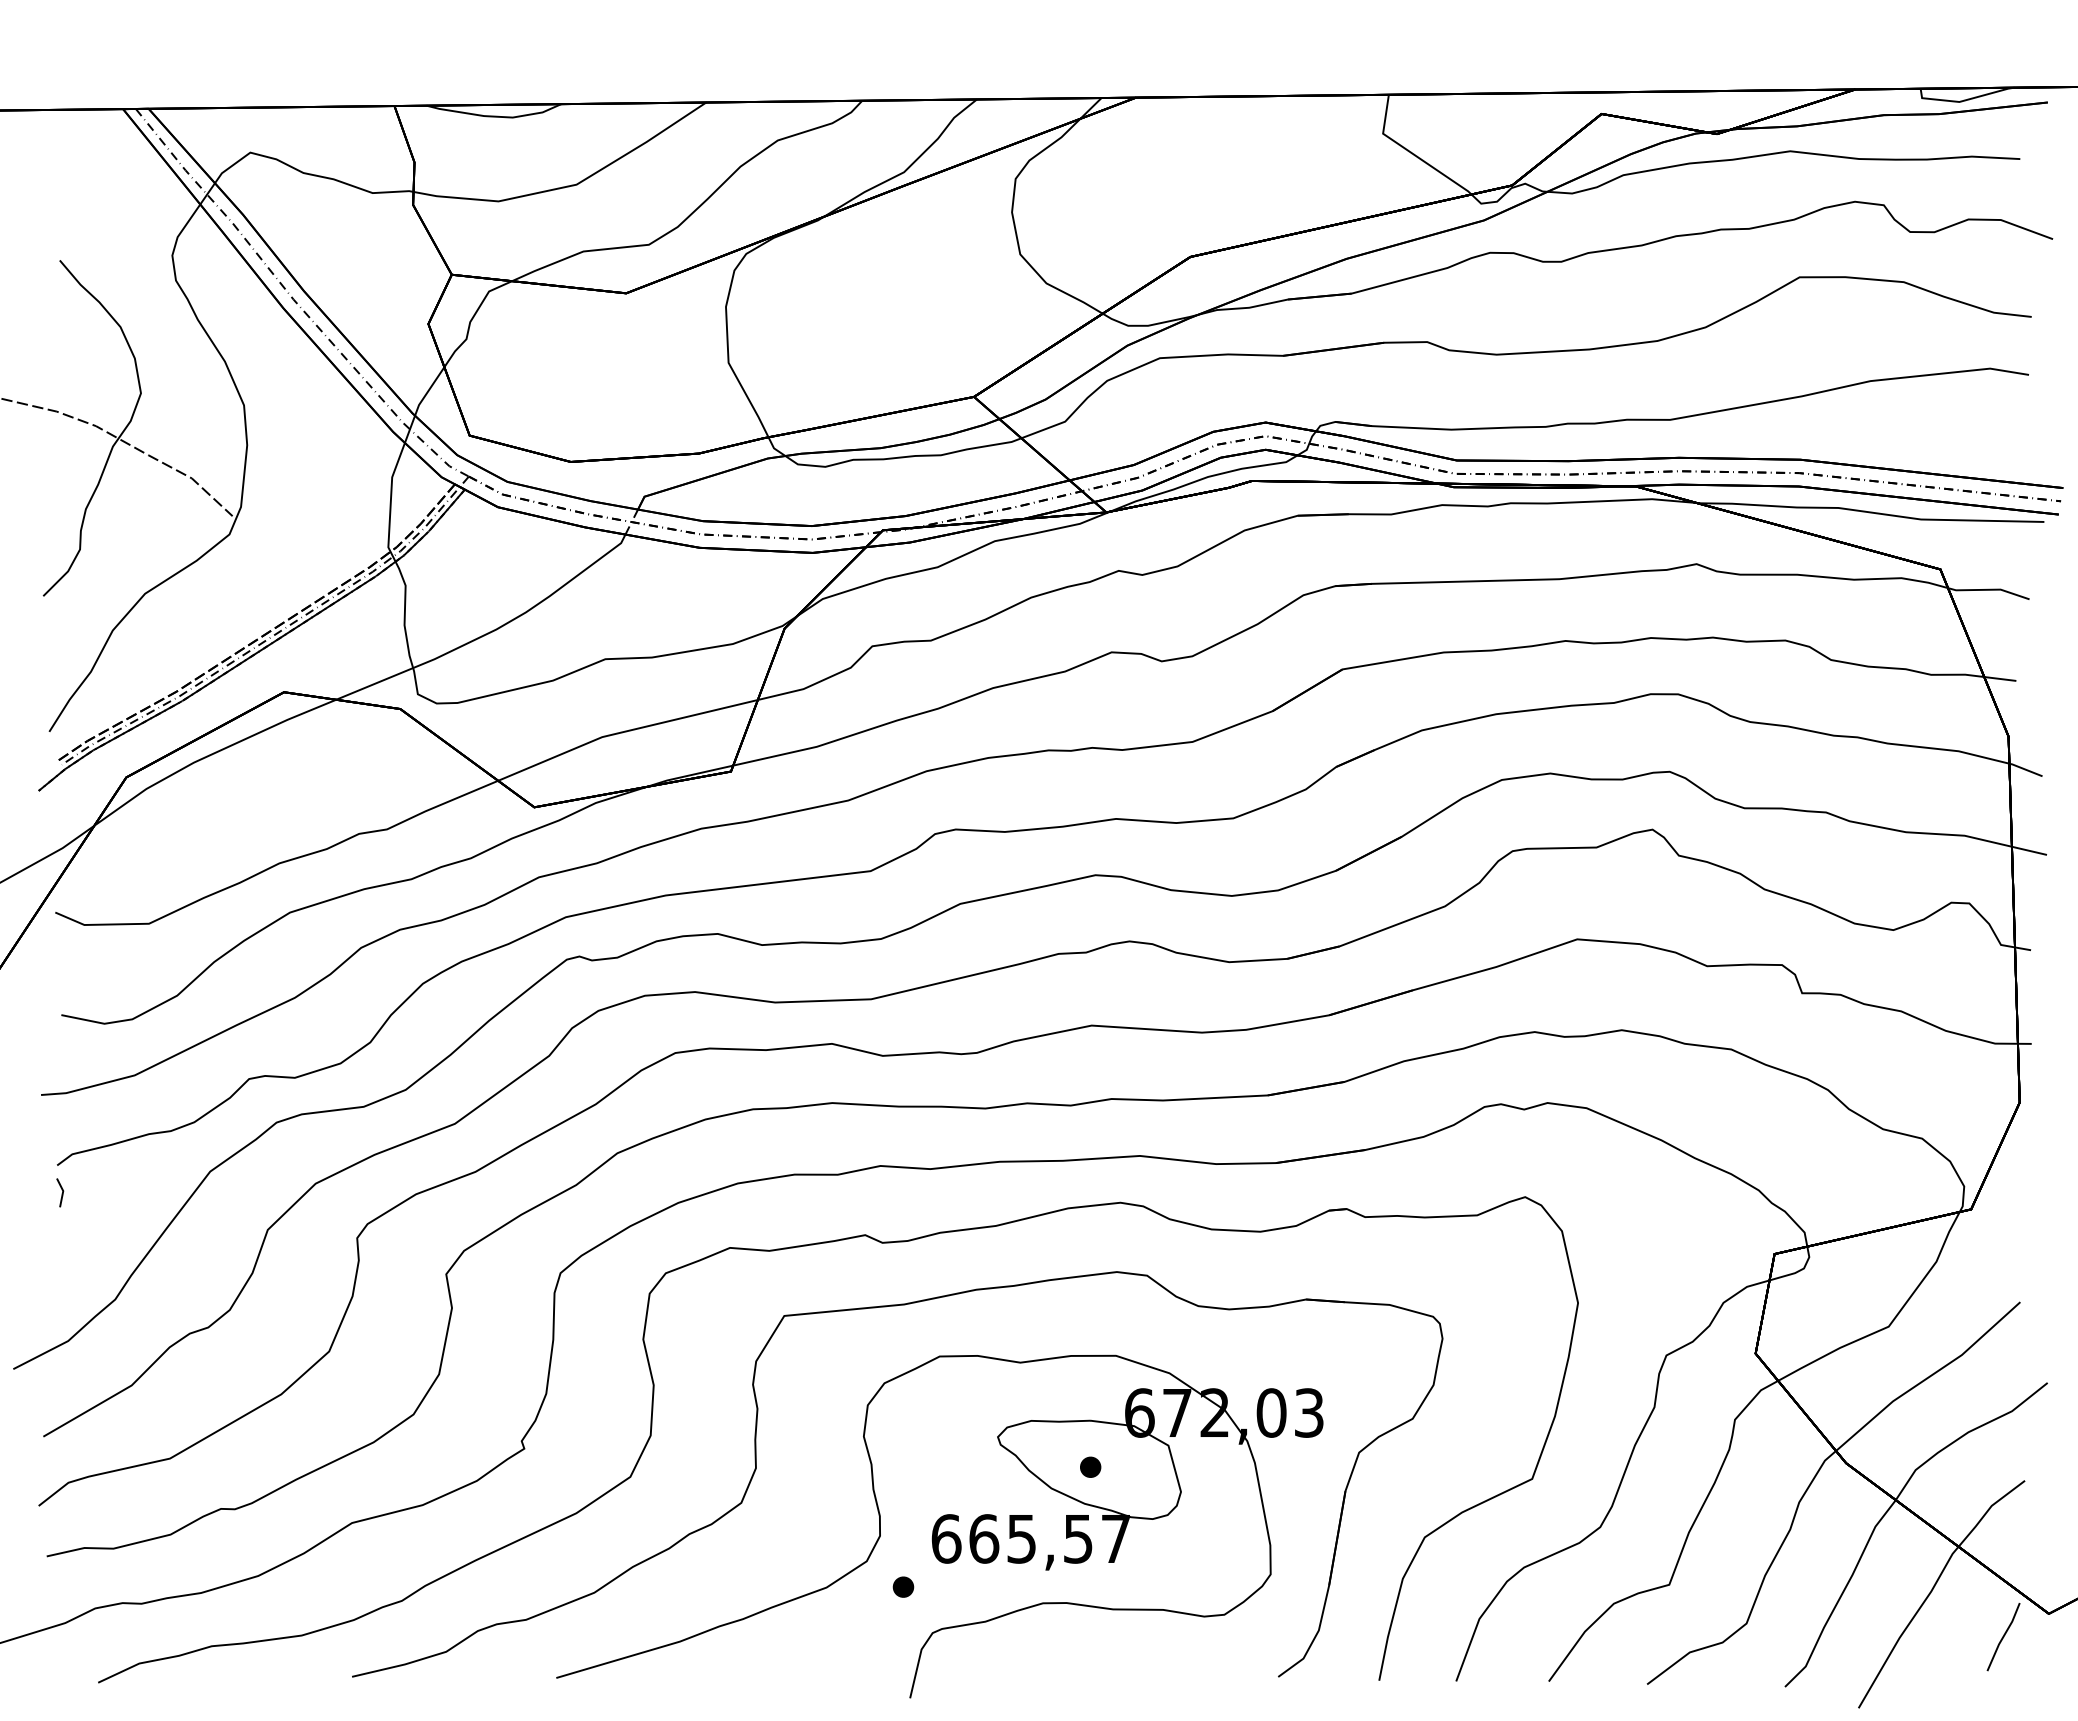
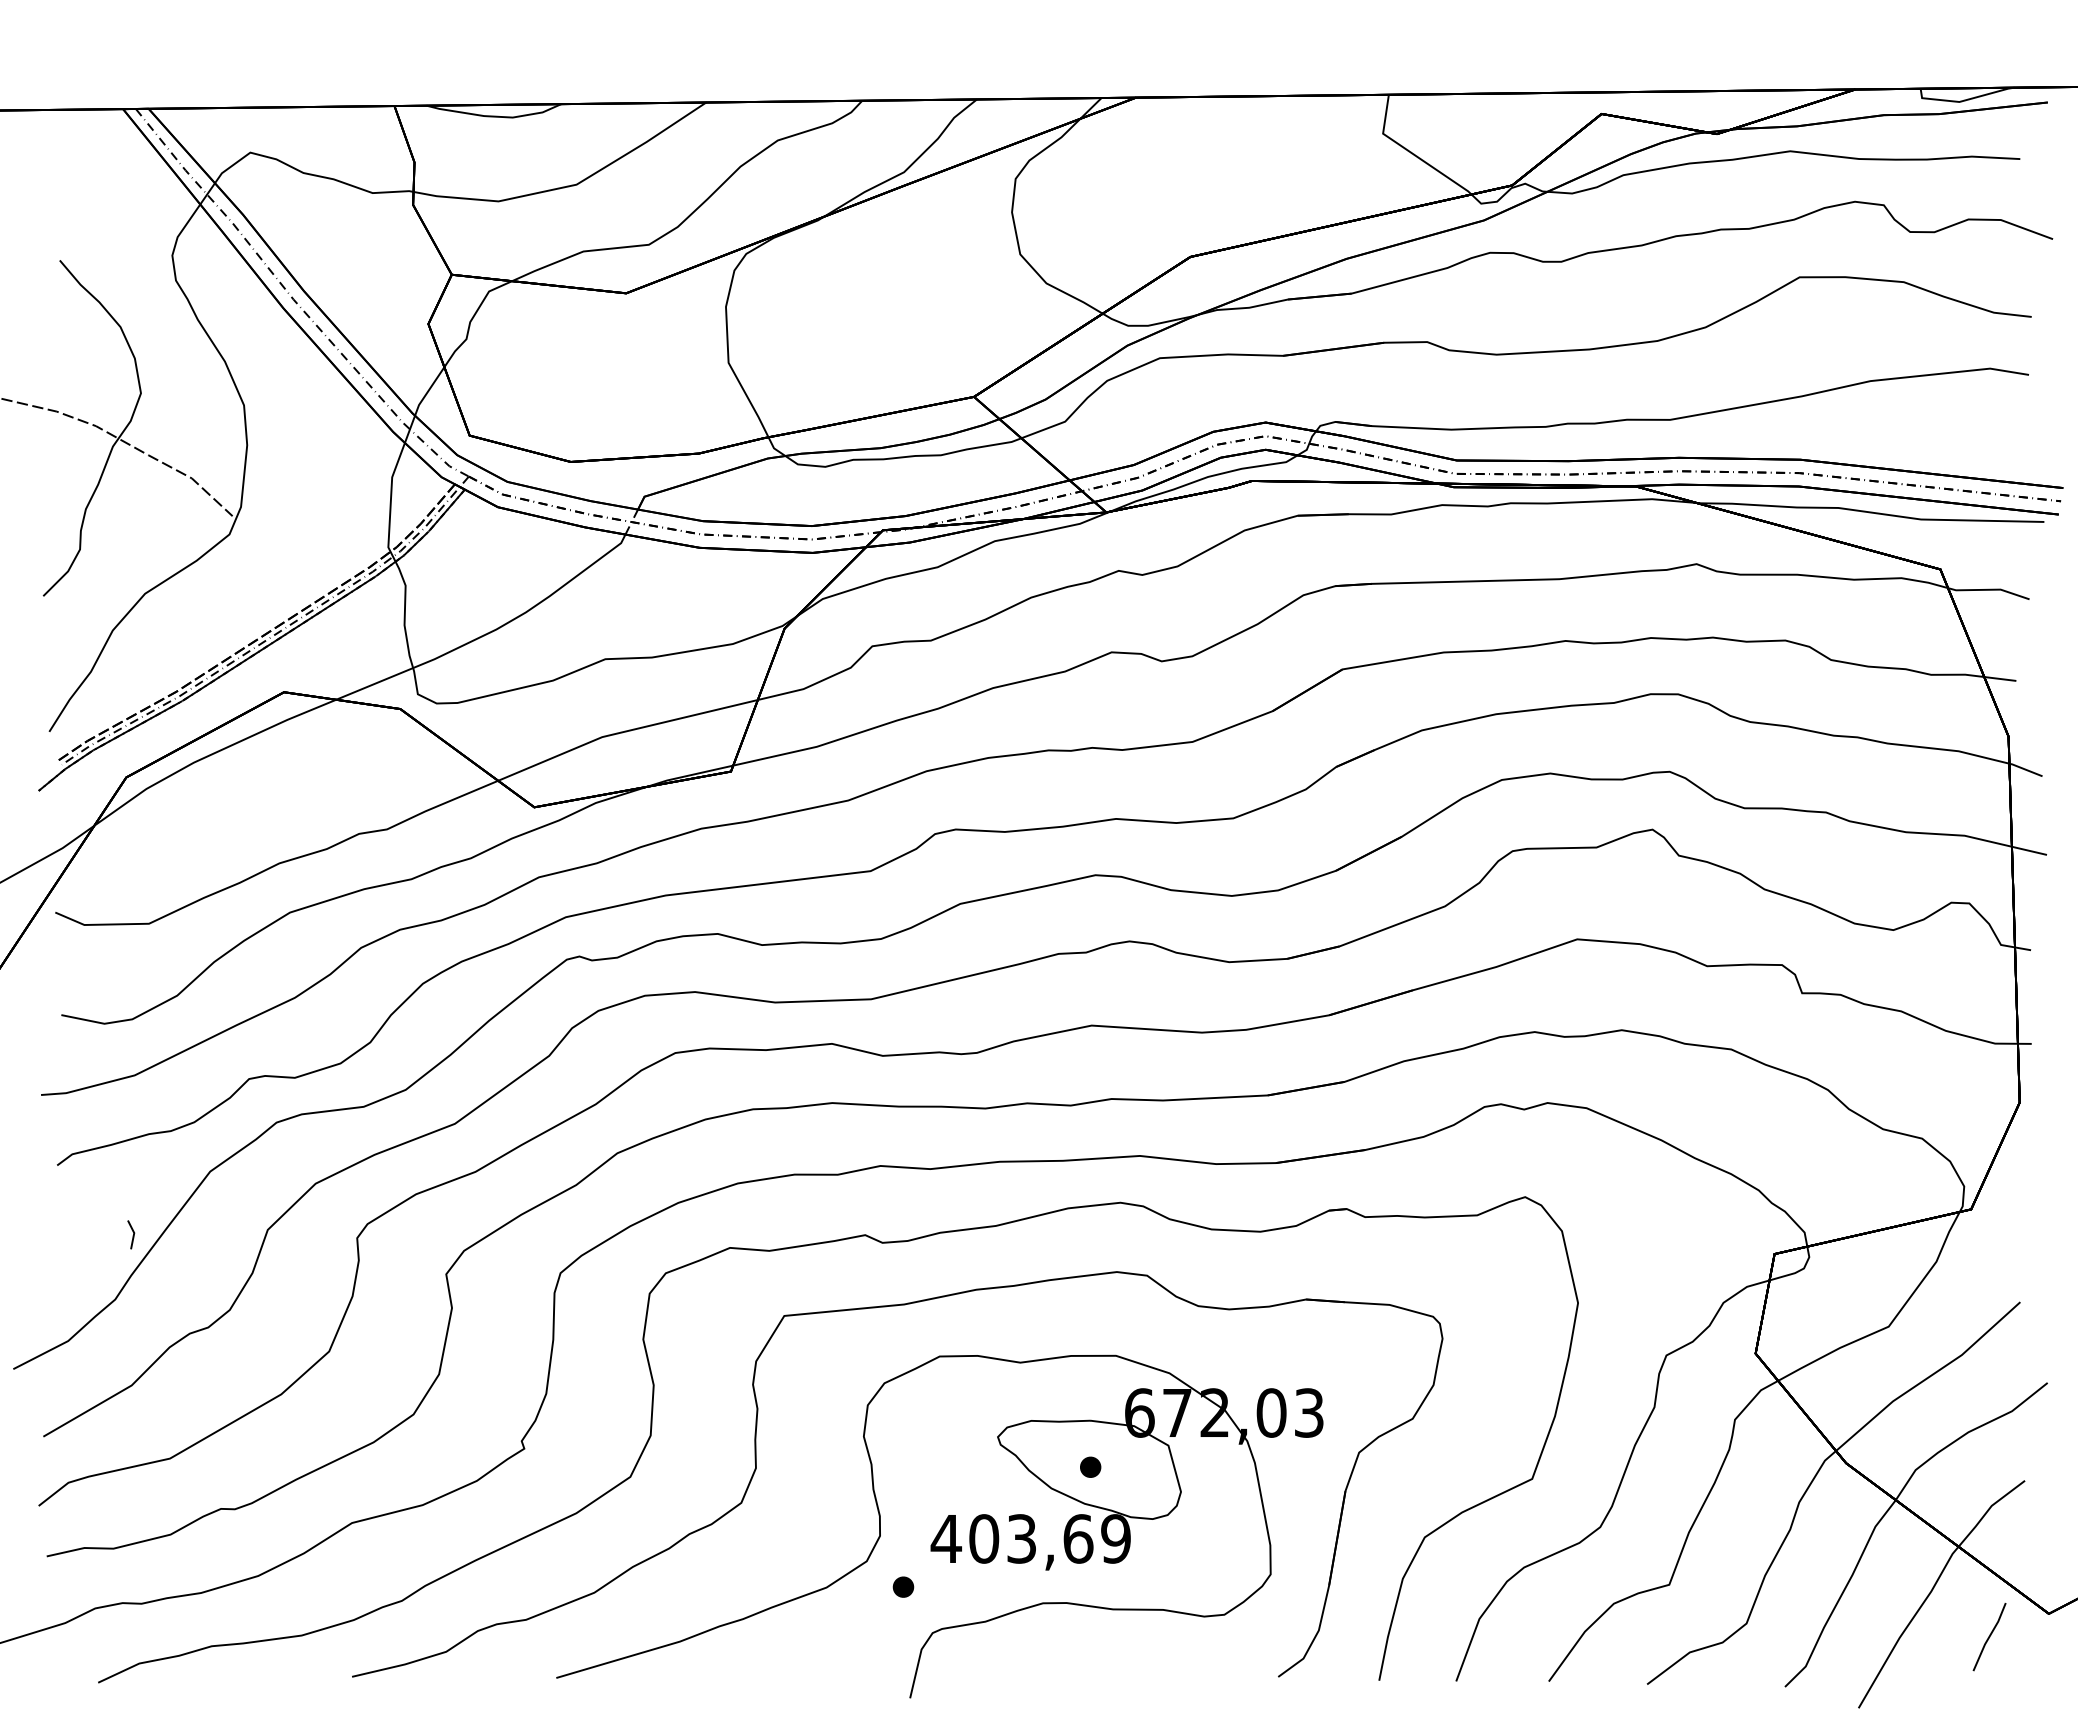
line at (61, 1193) position: (61, 1193) -> (132, 1235)
text at (1030, 1538): 665,57 -> 403,69
line at (2003, 1637) position: (2003, 1637) -> (1989, 1637)
